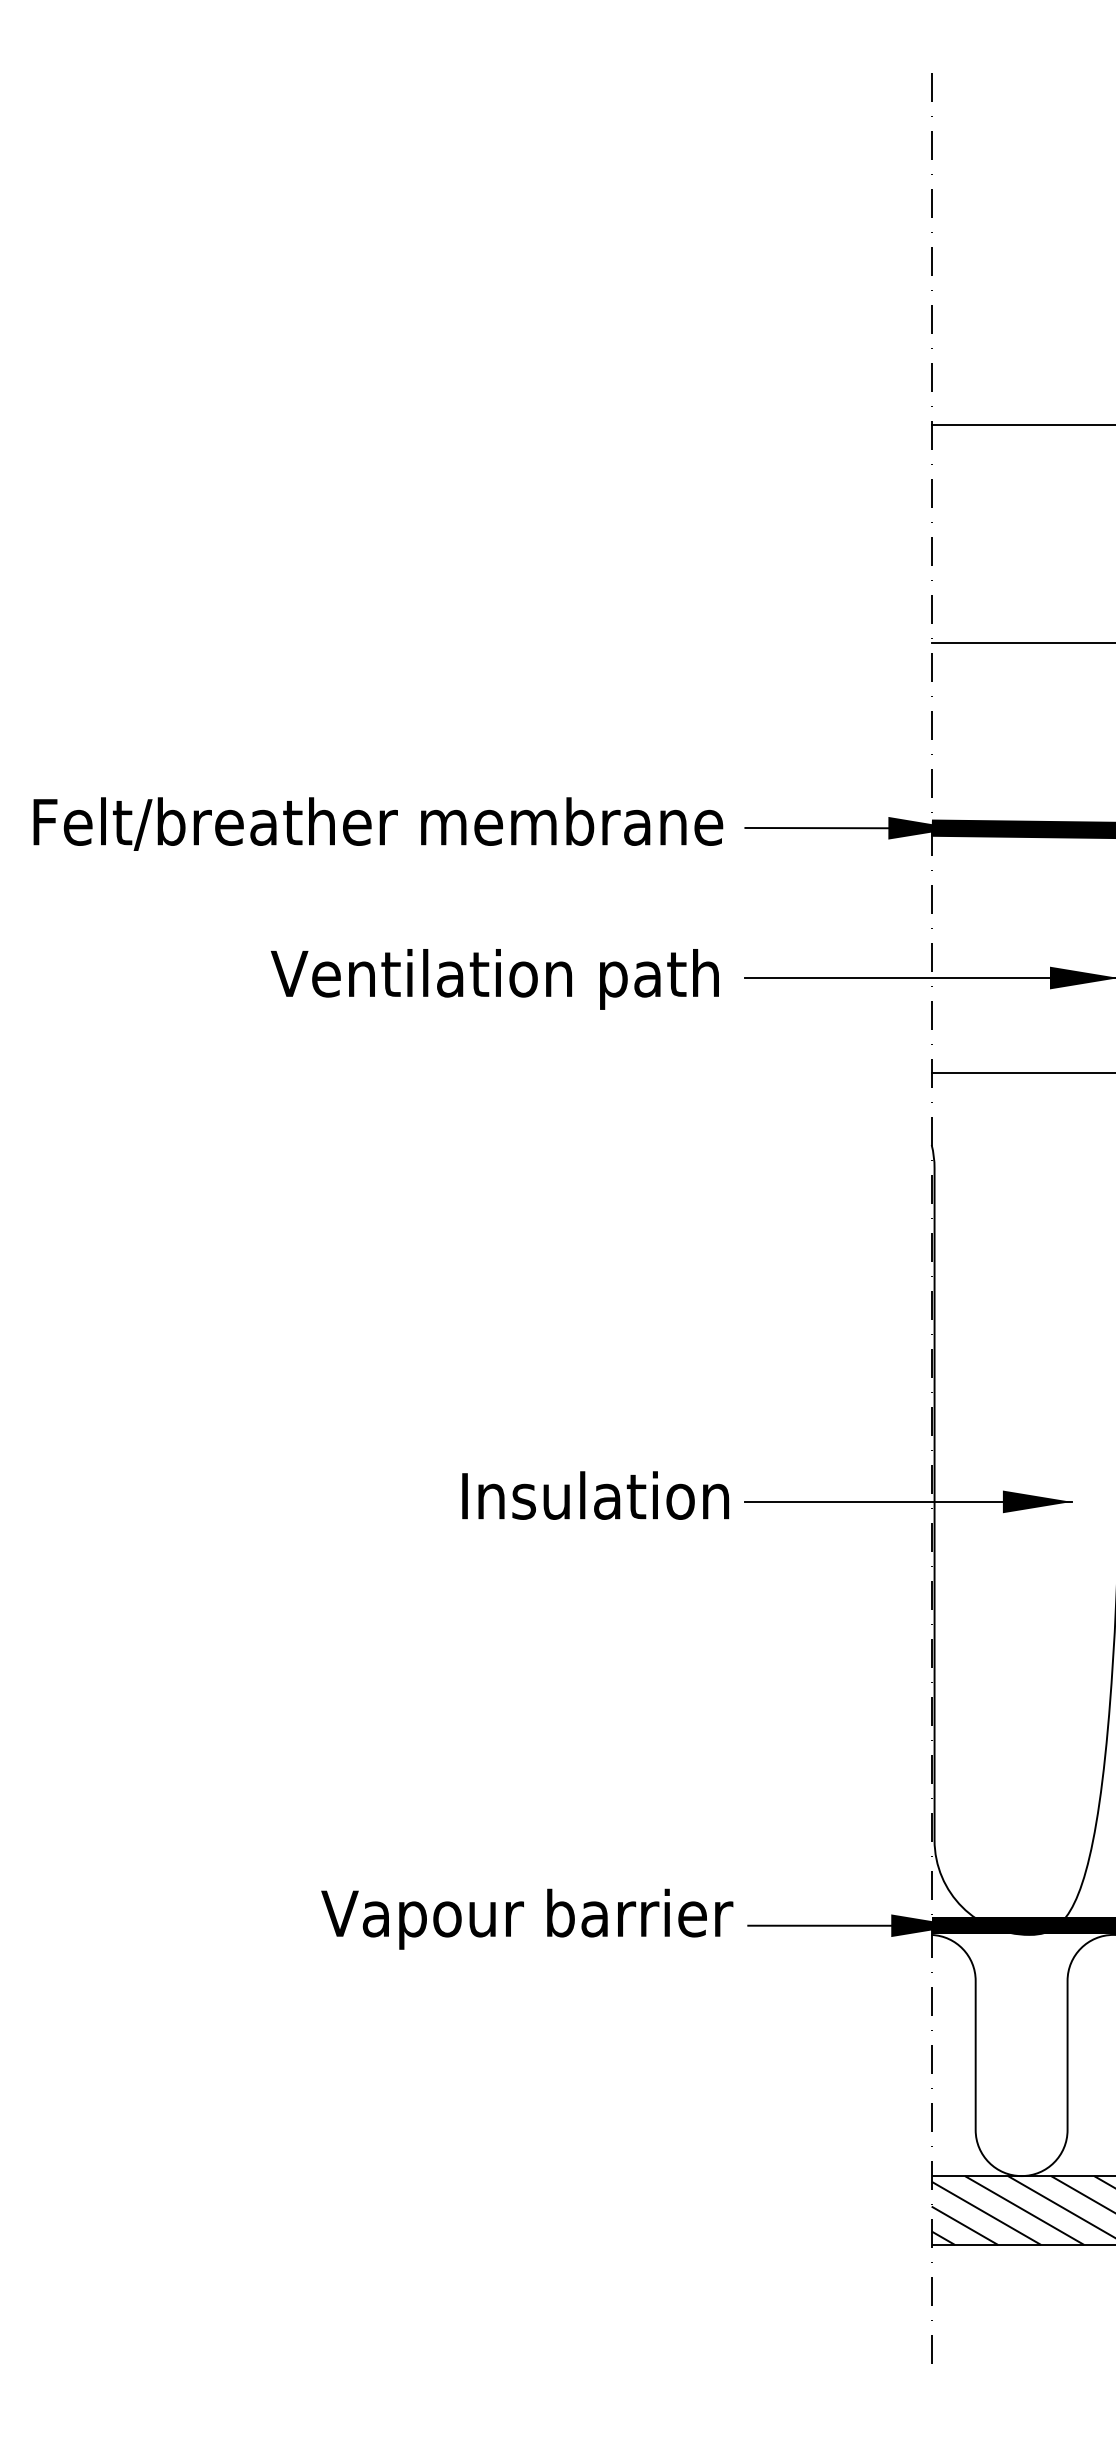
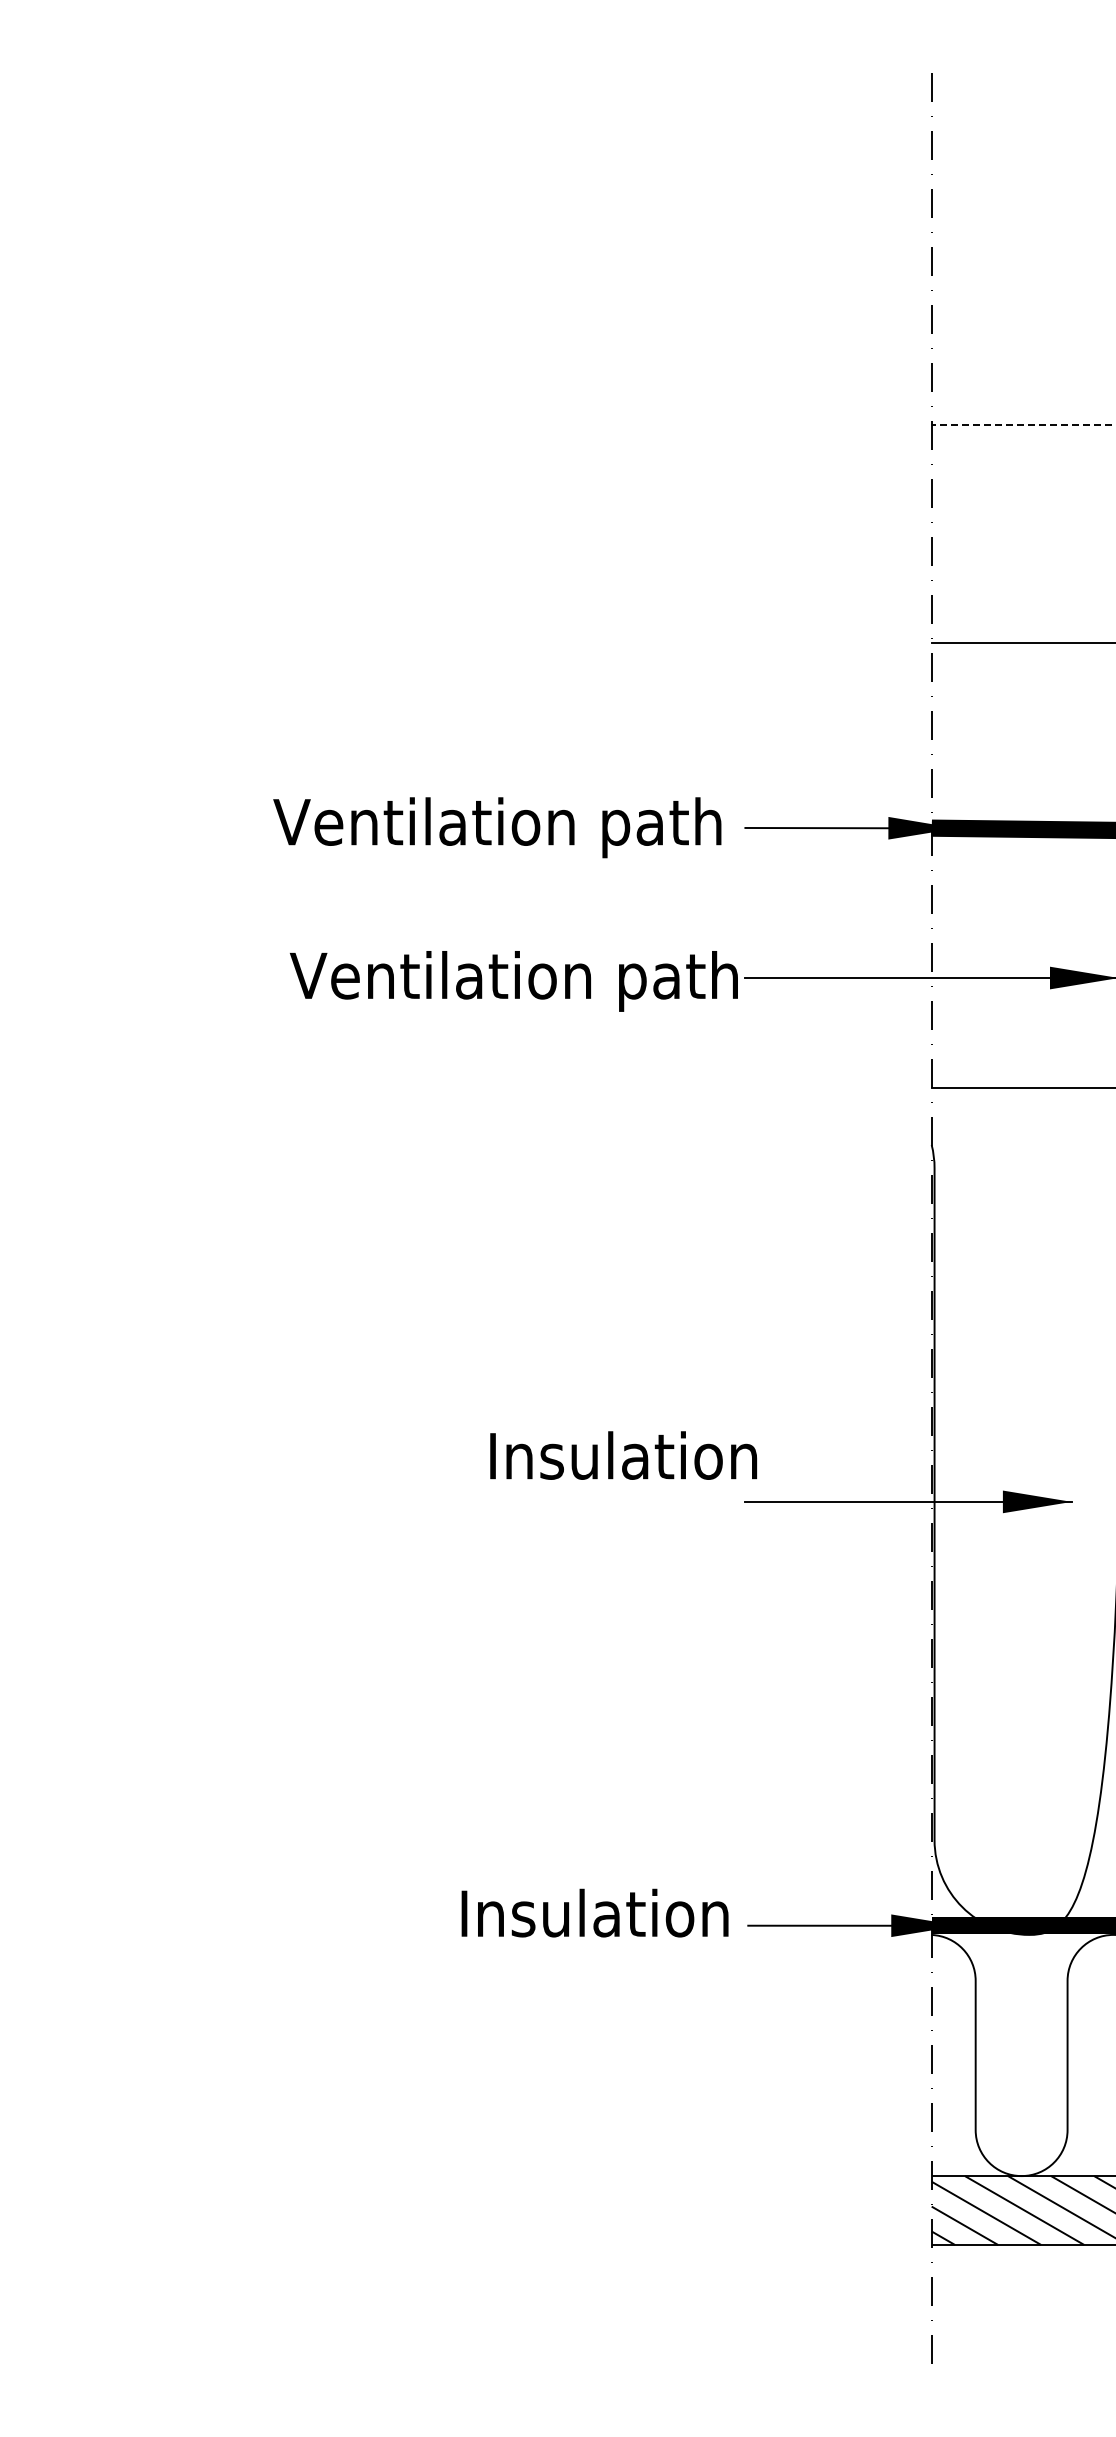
line at (1023, 424): solid -> dashed
text at (378, 827): Felt/breather membrane -> Ventilation path
text at (494, 979) position: (494, 979) -> (513, 981)
line at (1021, 1073) position: (1021, 1073) -> (1021, 1088)
text at (595, 1495) position: (595, 1495) -> (623, 1455)
text at (527, 1918): Vapour barrier -> Insulation
